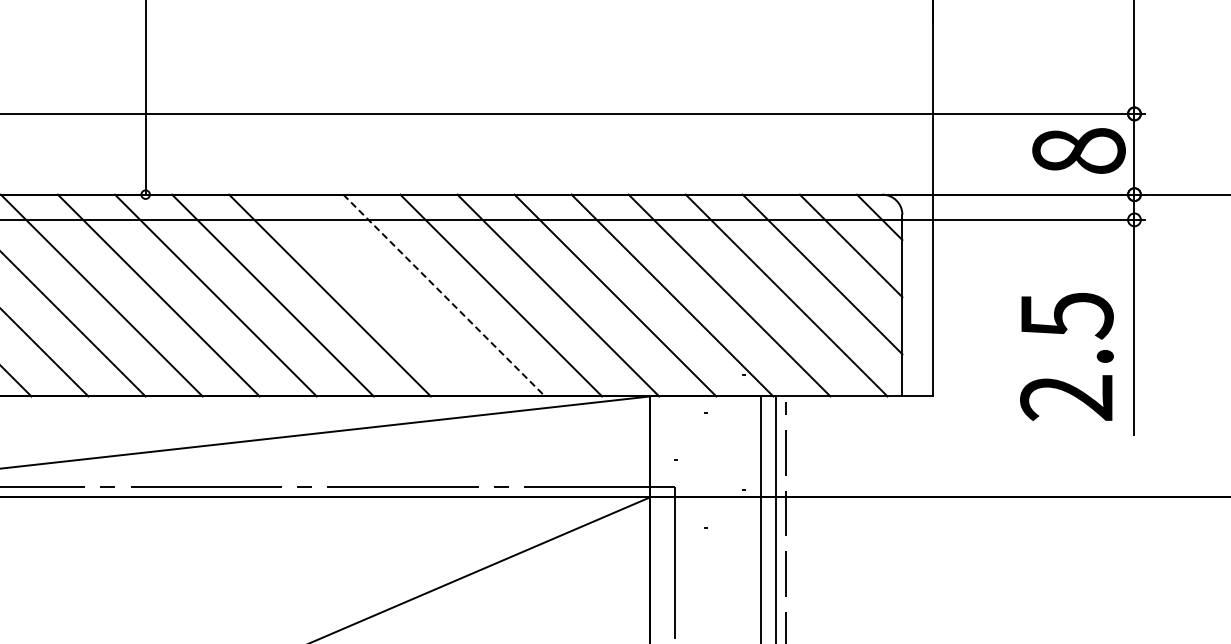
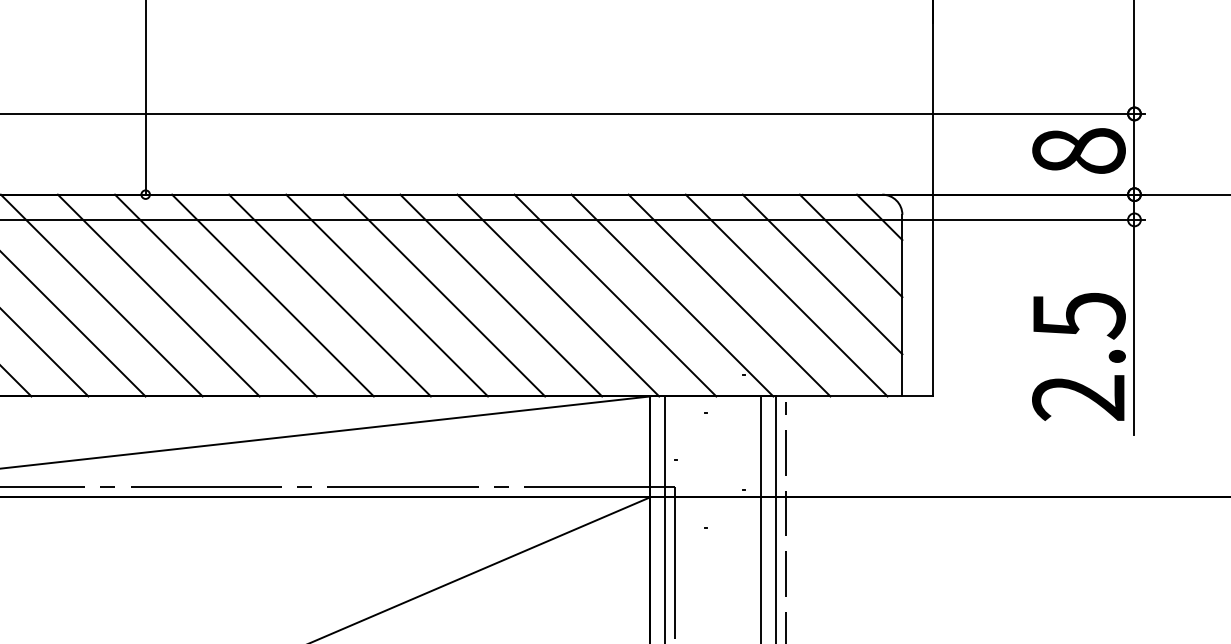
line at (387, 295): none -> present
line at (444, 295): dashed -> solid
text at (1066, 356) position: (1066, 356) -> (1078, 356)
line at (665, 518): none -> present
